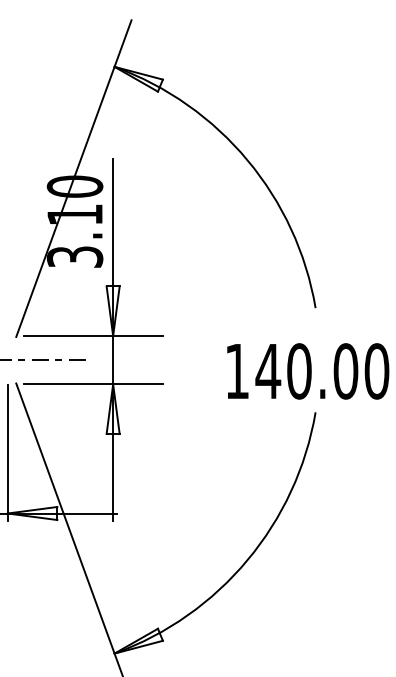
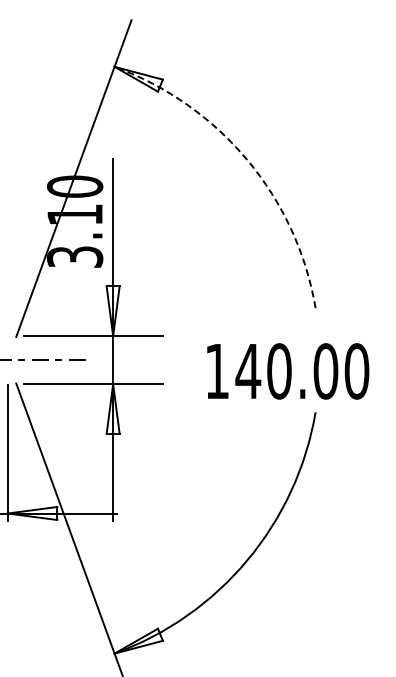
arc at (247, 160): solid -> dashed
text at (308, 371) position: (308, 371) -> (288, 371)
